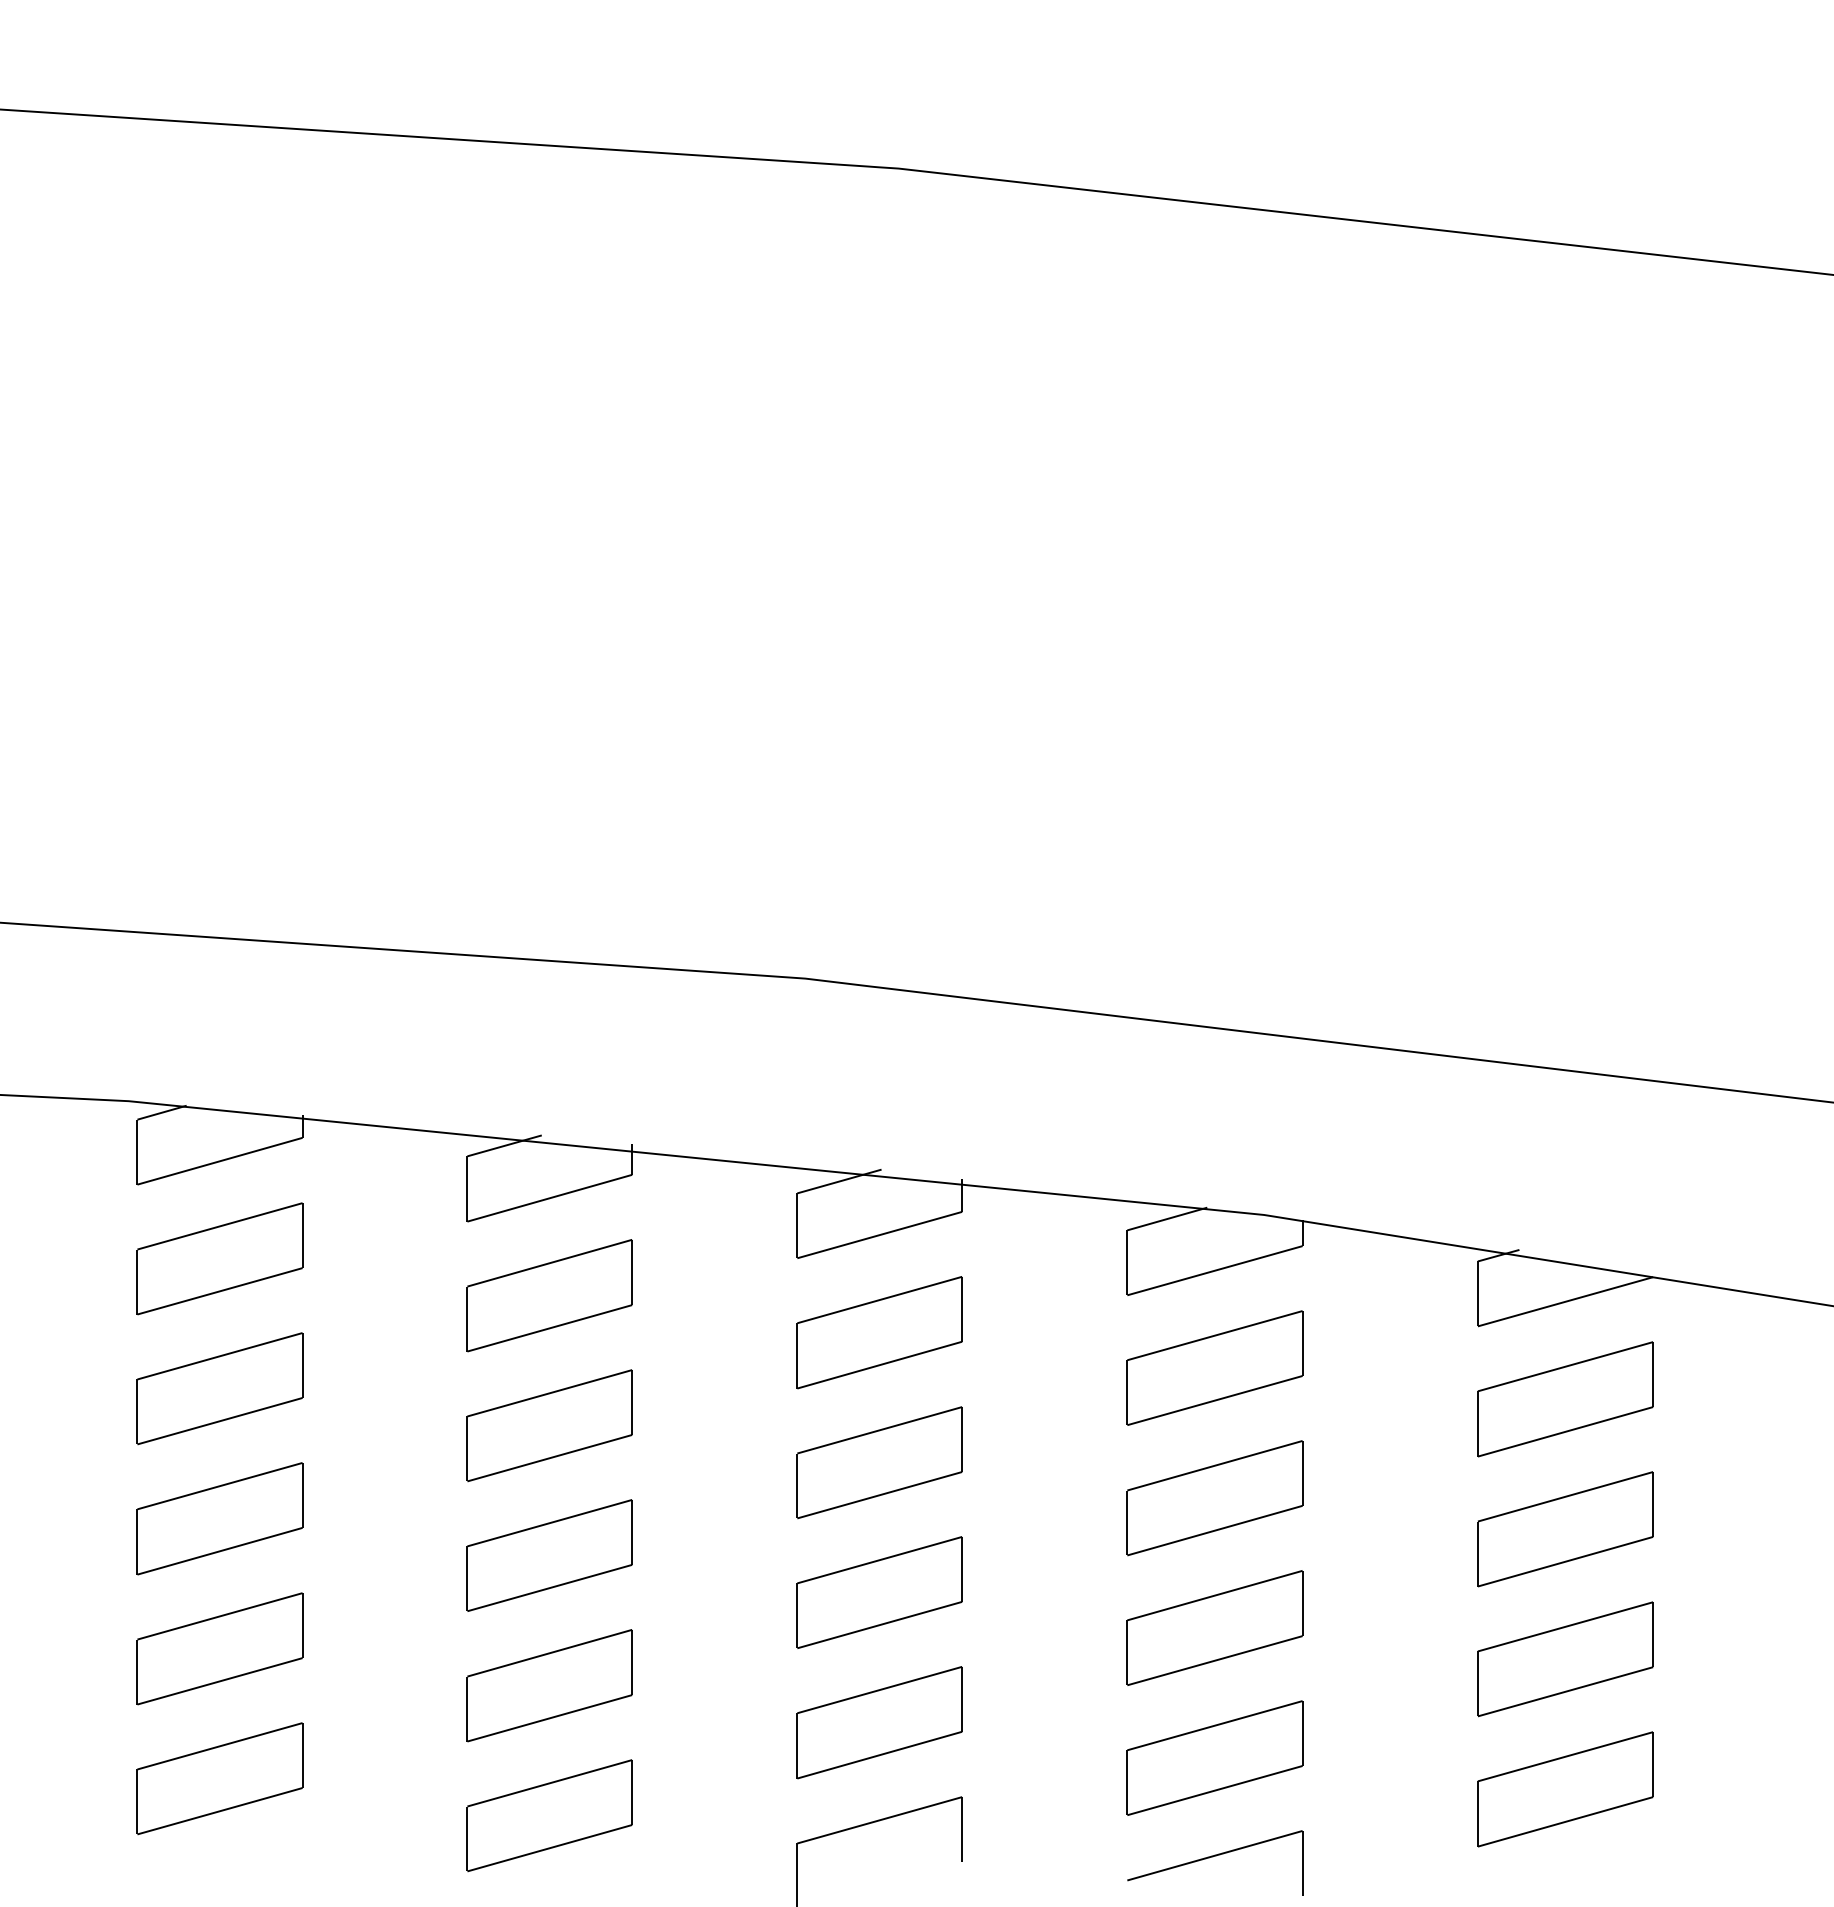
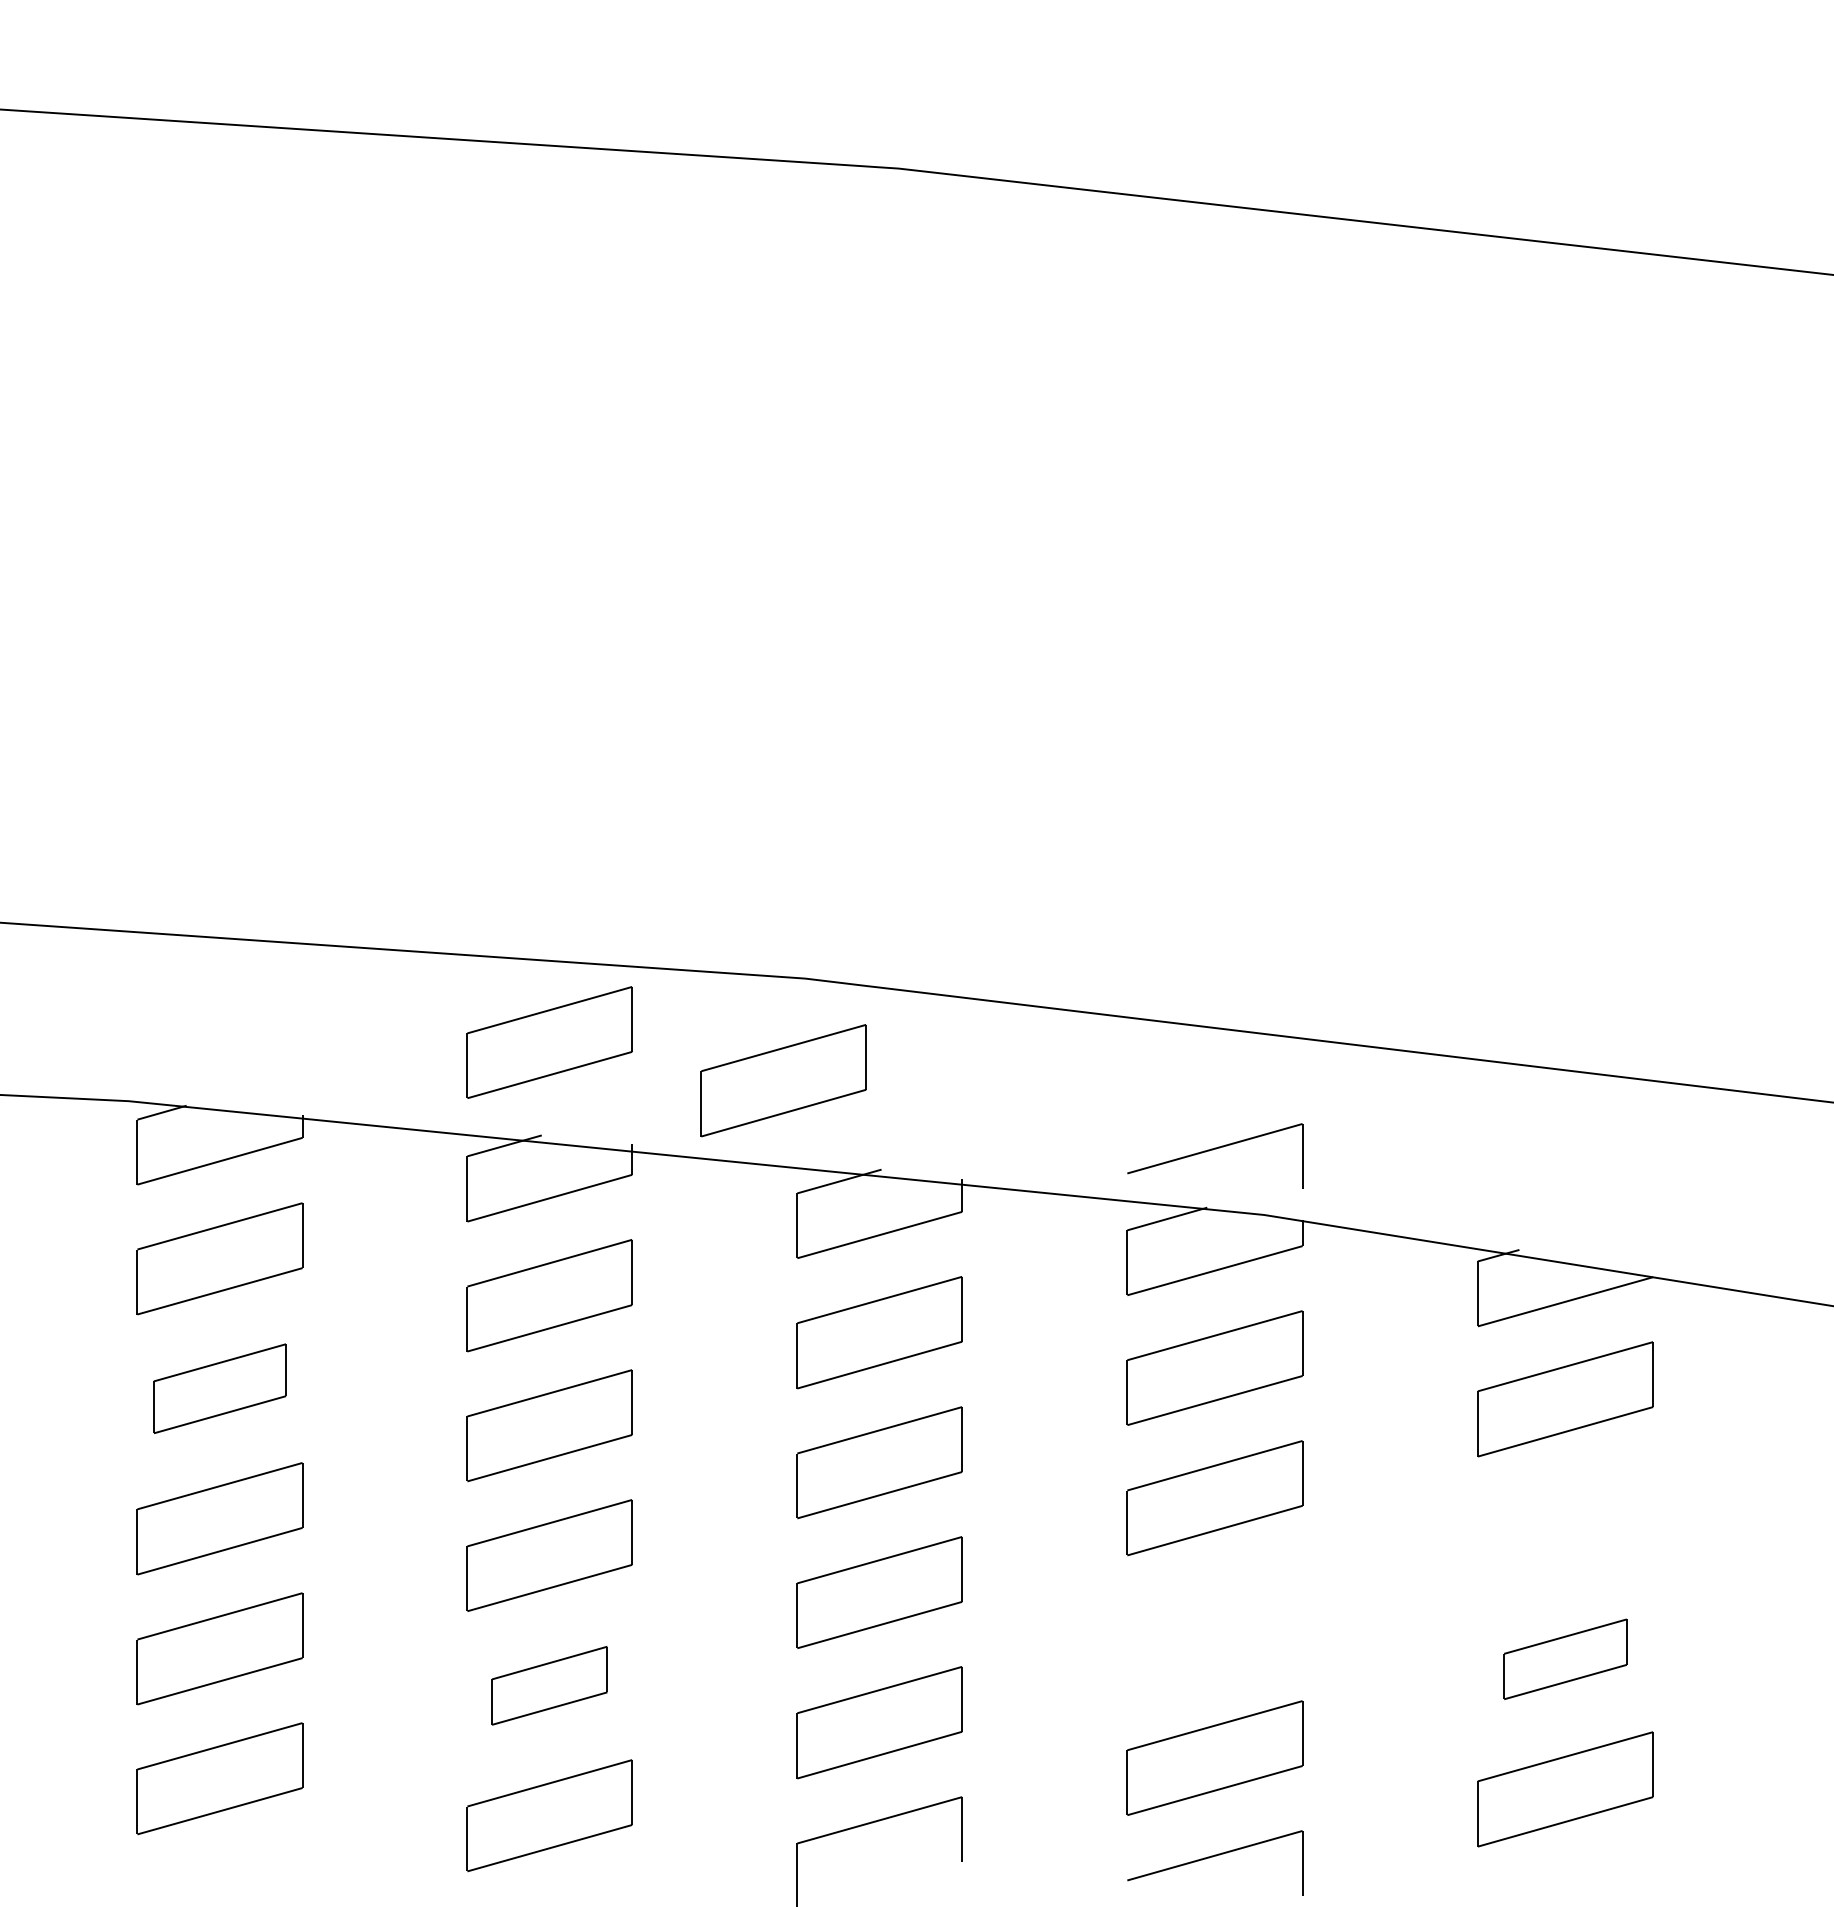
part at (549, 1042): none -> present
part at (783, 1080): none -> present
part at (1215, 1155): none -> present
part at (219, 1388) size: 168x114 px -> 134x92 px
part at (1565, 1529): present -> none
part at (1214, 1627): present -> none
part at (1565, 1659) size: 177x117 px -> 125x82 px
part at (549, 1685) size: 167x114 px -> 117x80 px
